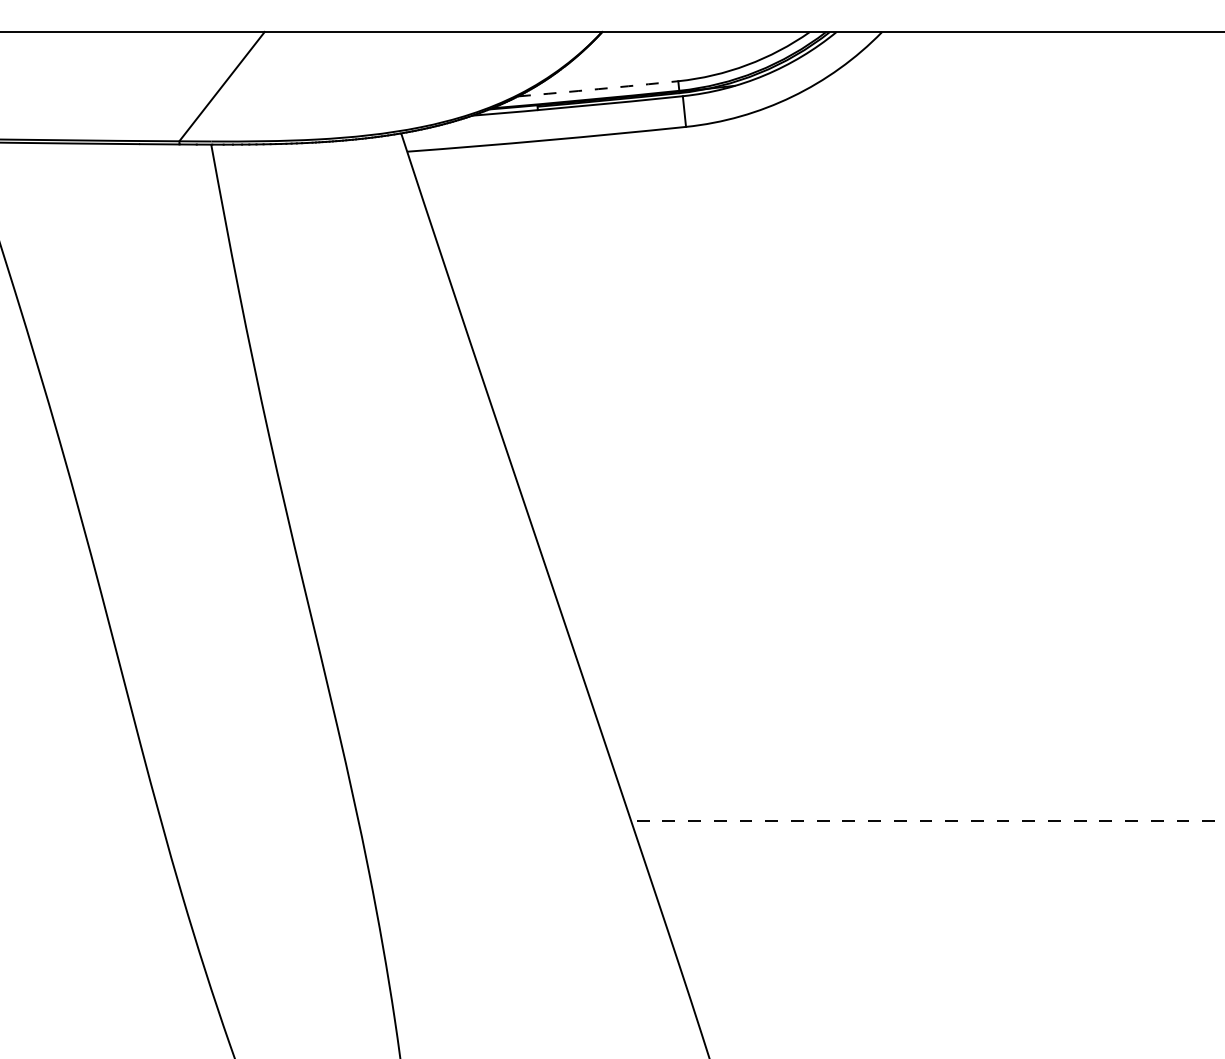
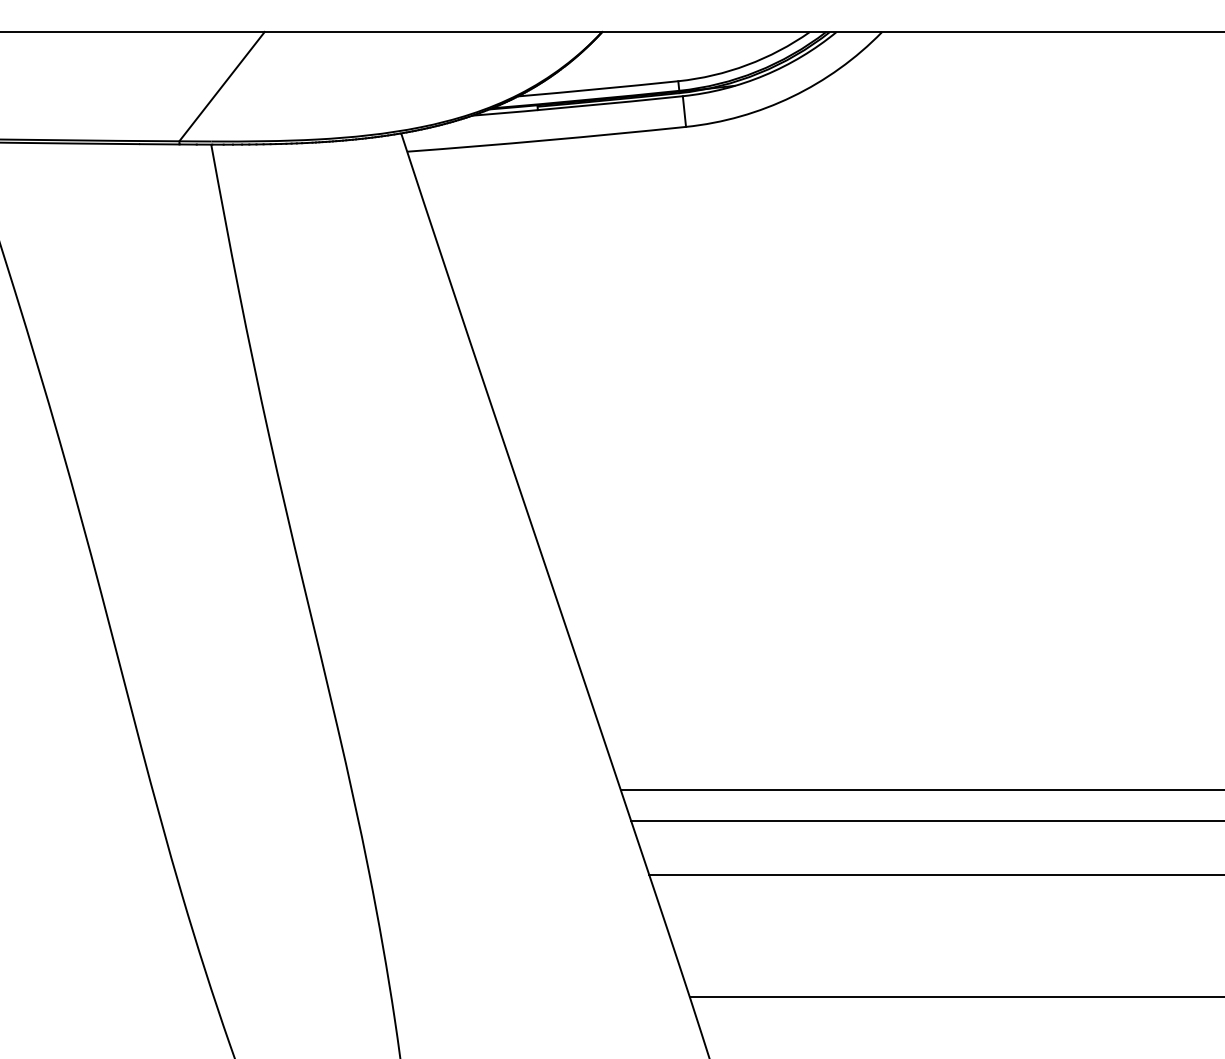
arc at (598, 89): dashed -> solid
line at (920, 790): none -> present
line at (927, 820): dashed -> solid
line at (935, 874): none -> present
line at (955, 997): none -> present
